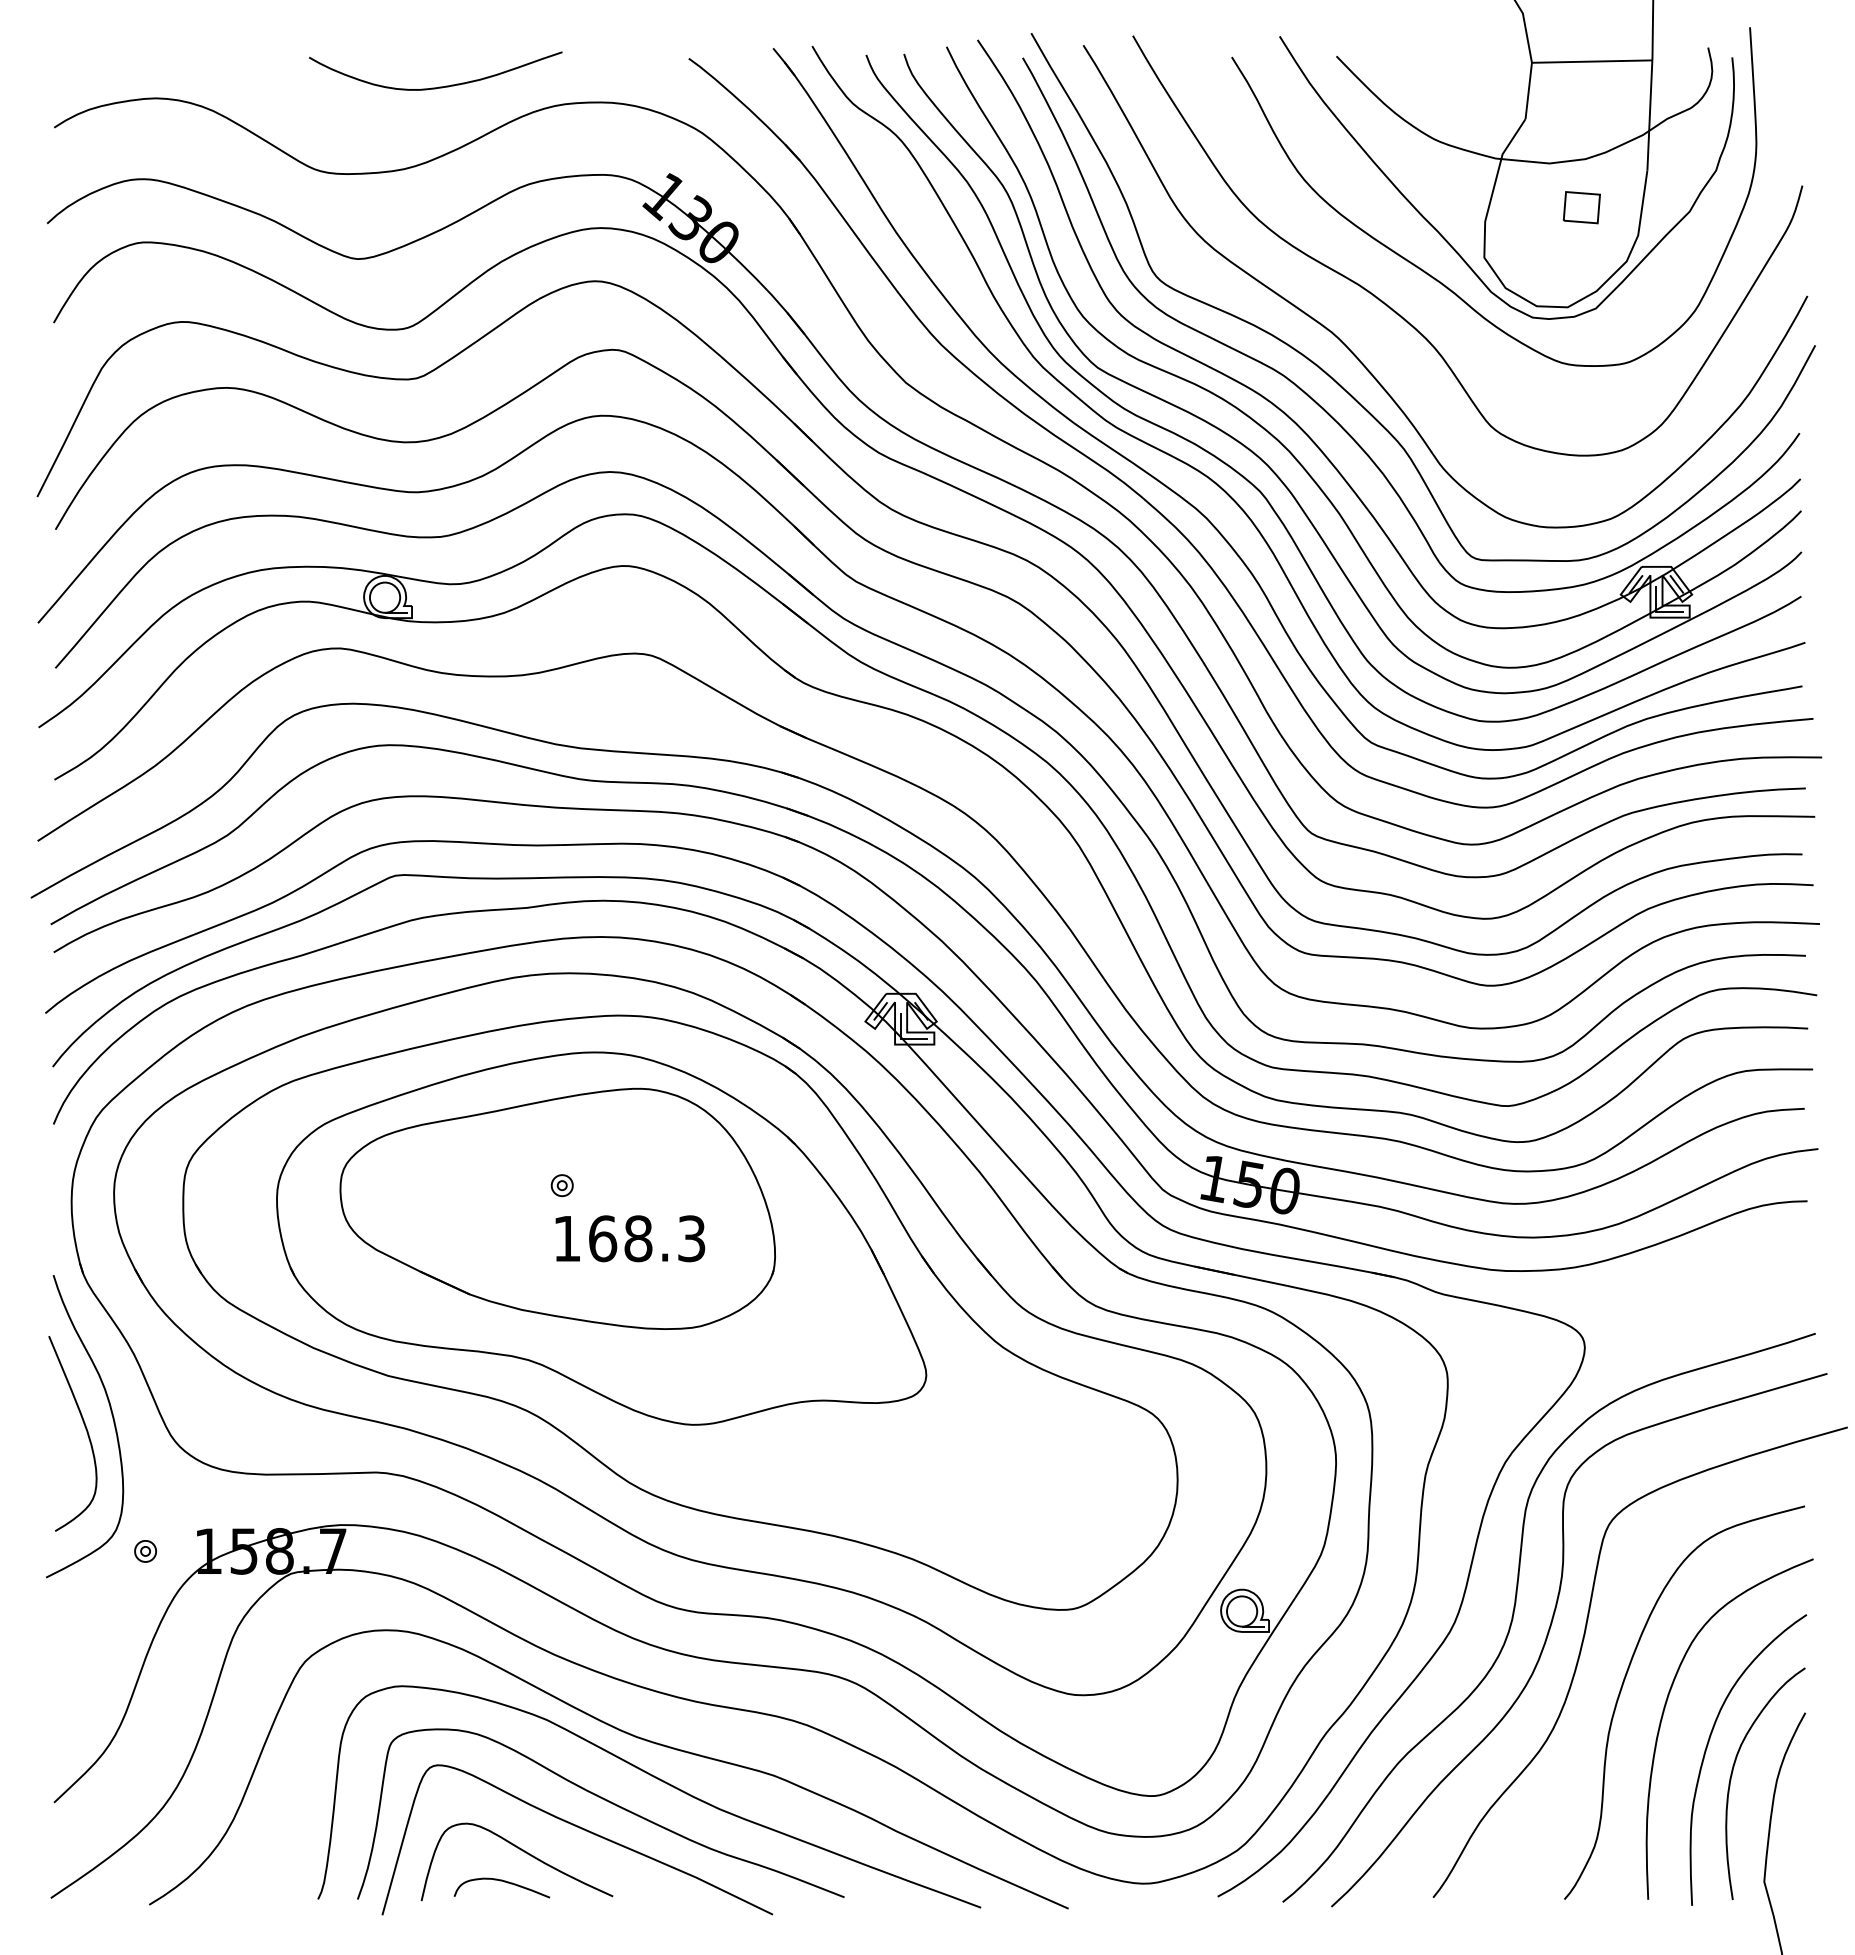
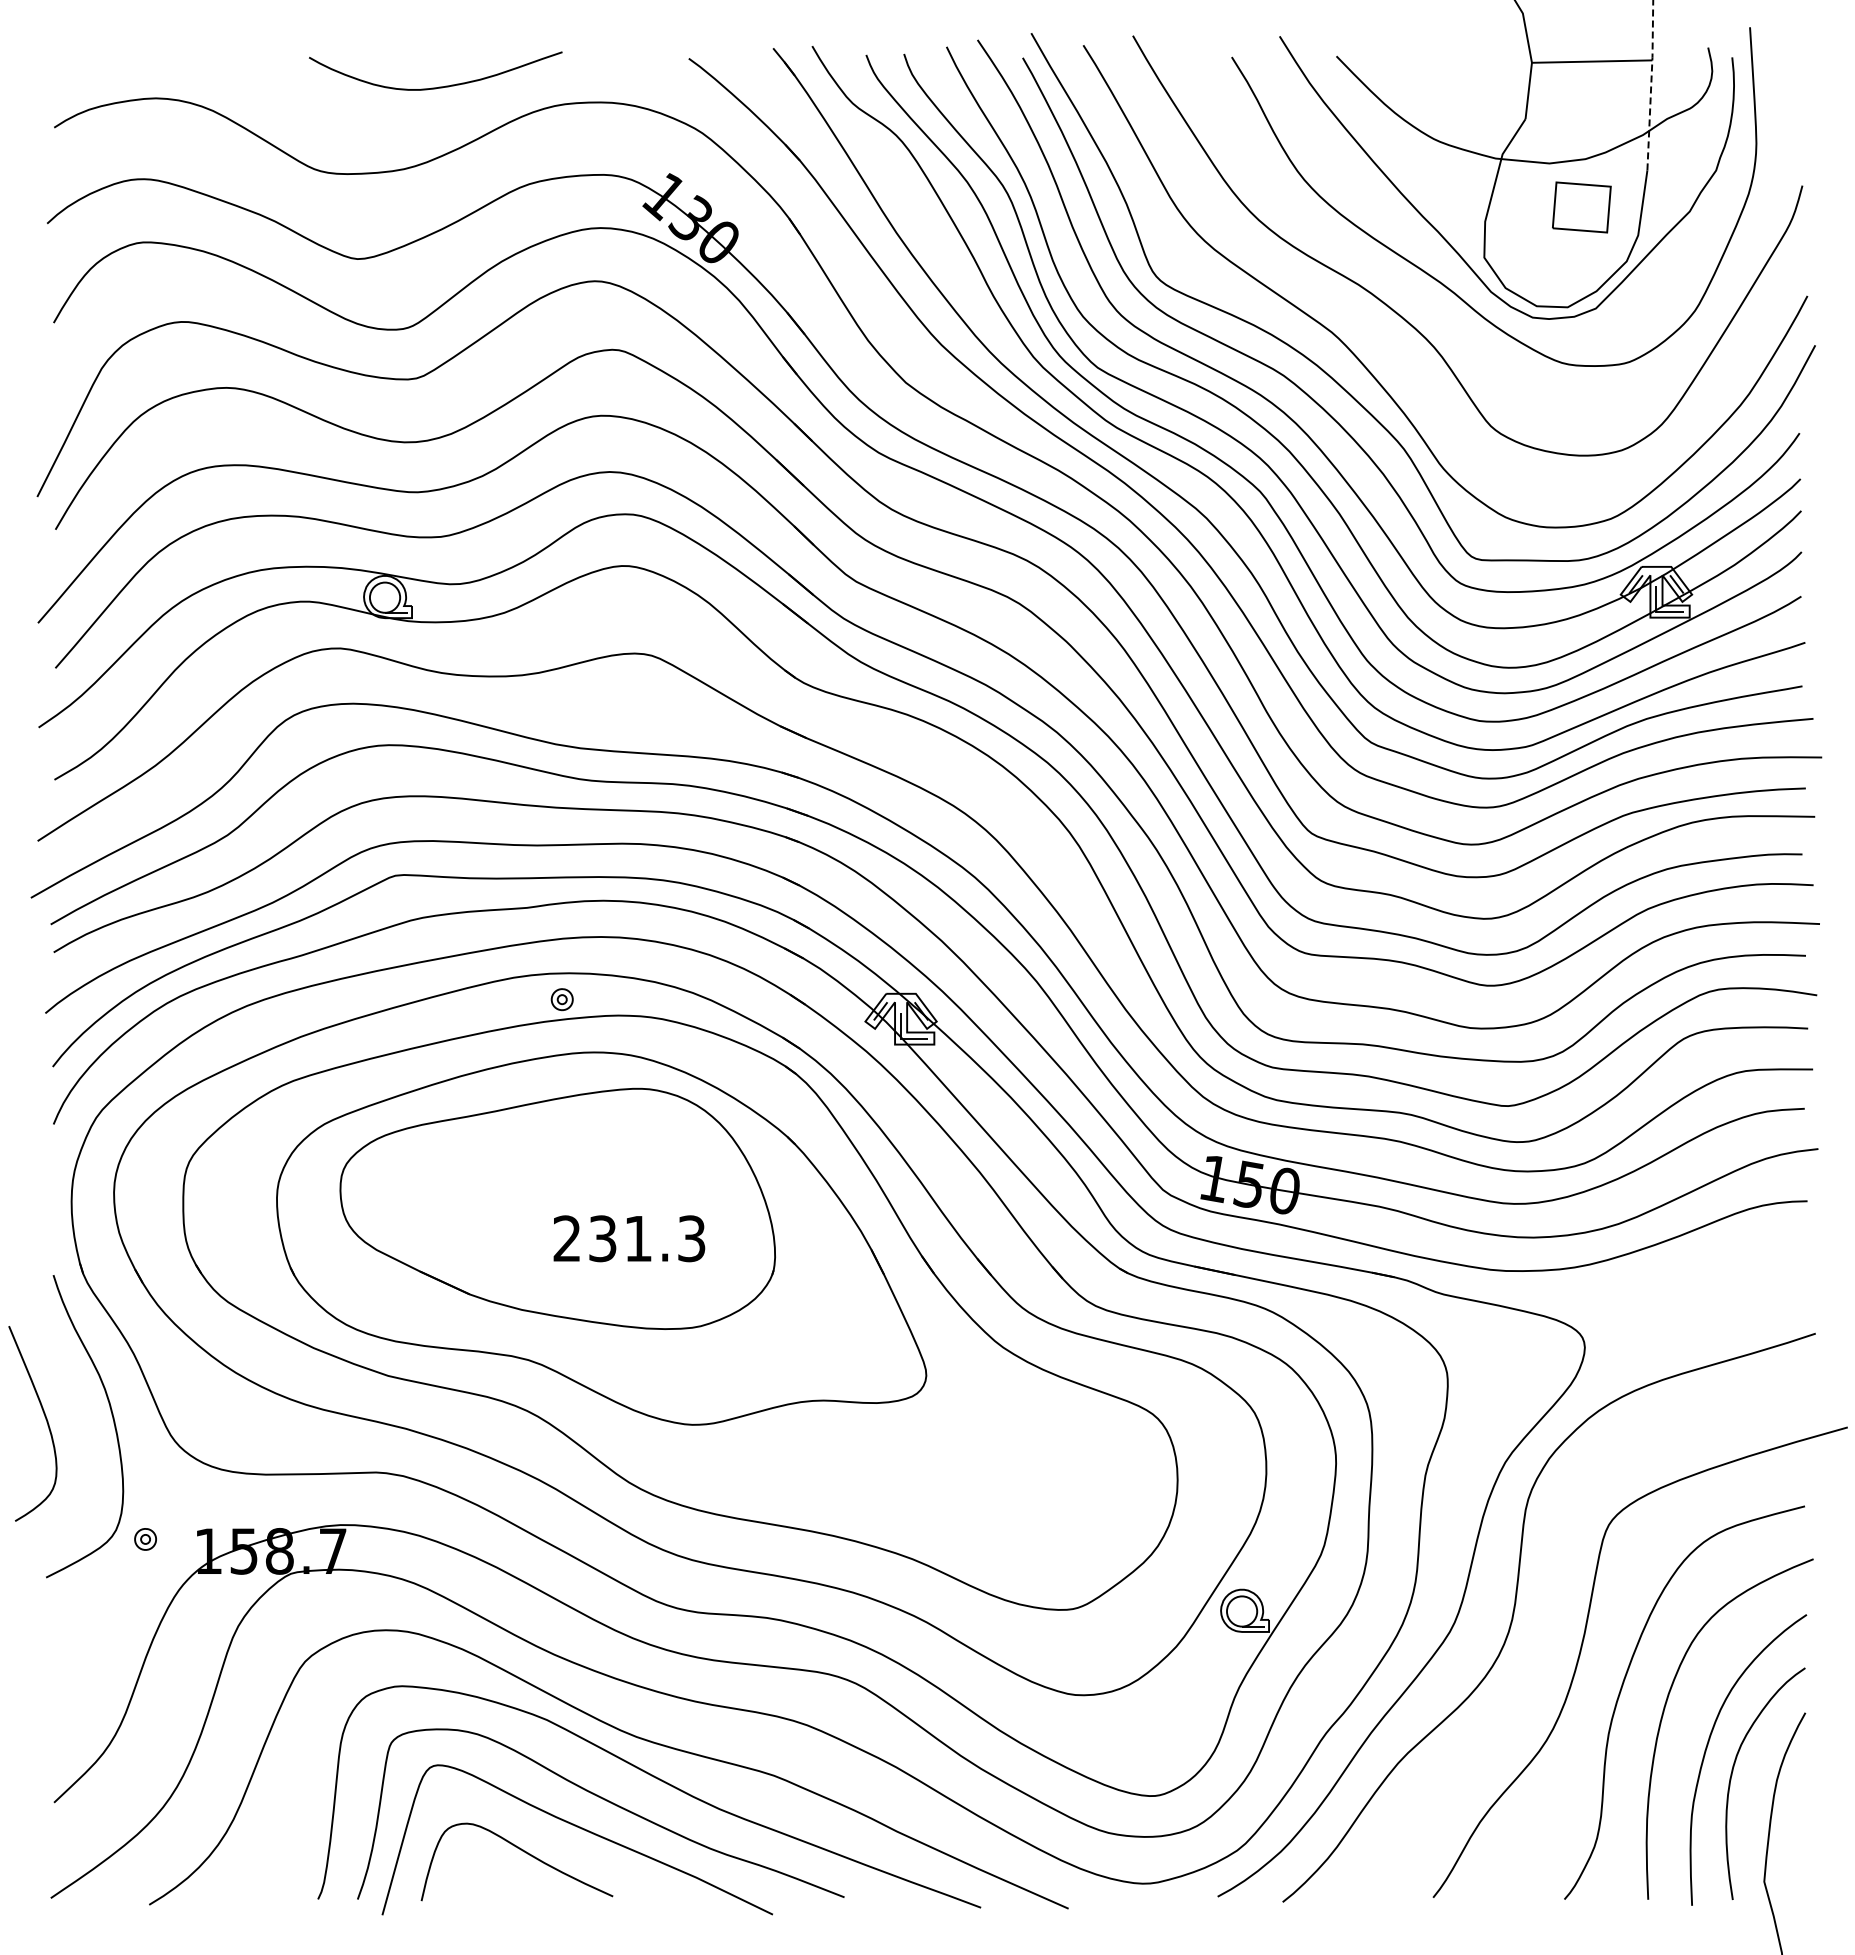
line at (1651, 84): solid -> dashed
part at (1581, 207) size: 38x34 px -> 60x53 px
part at (561, 1185) position: (561, 1185) -> (561, 999)
text at (602, 1238): 168.3 -> 231.3
curve at (85, 1429) position: (85, 1429) -> (45, 1419)
part at (145, 1551) position: (145, 1551) -> (145, 1539)
curve at (1549, 1633): present -> none
curve at (504, 1882): present -> none
